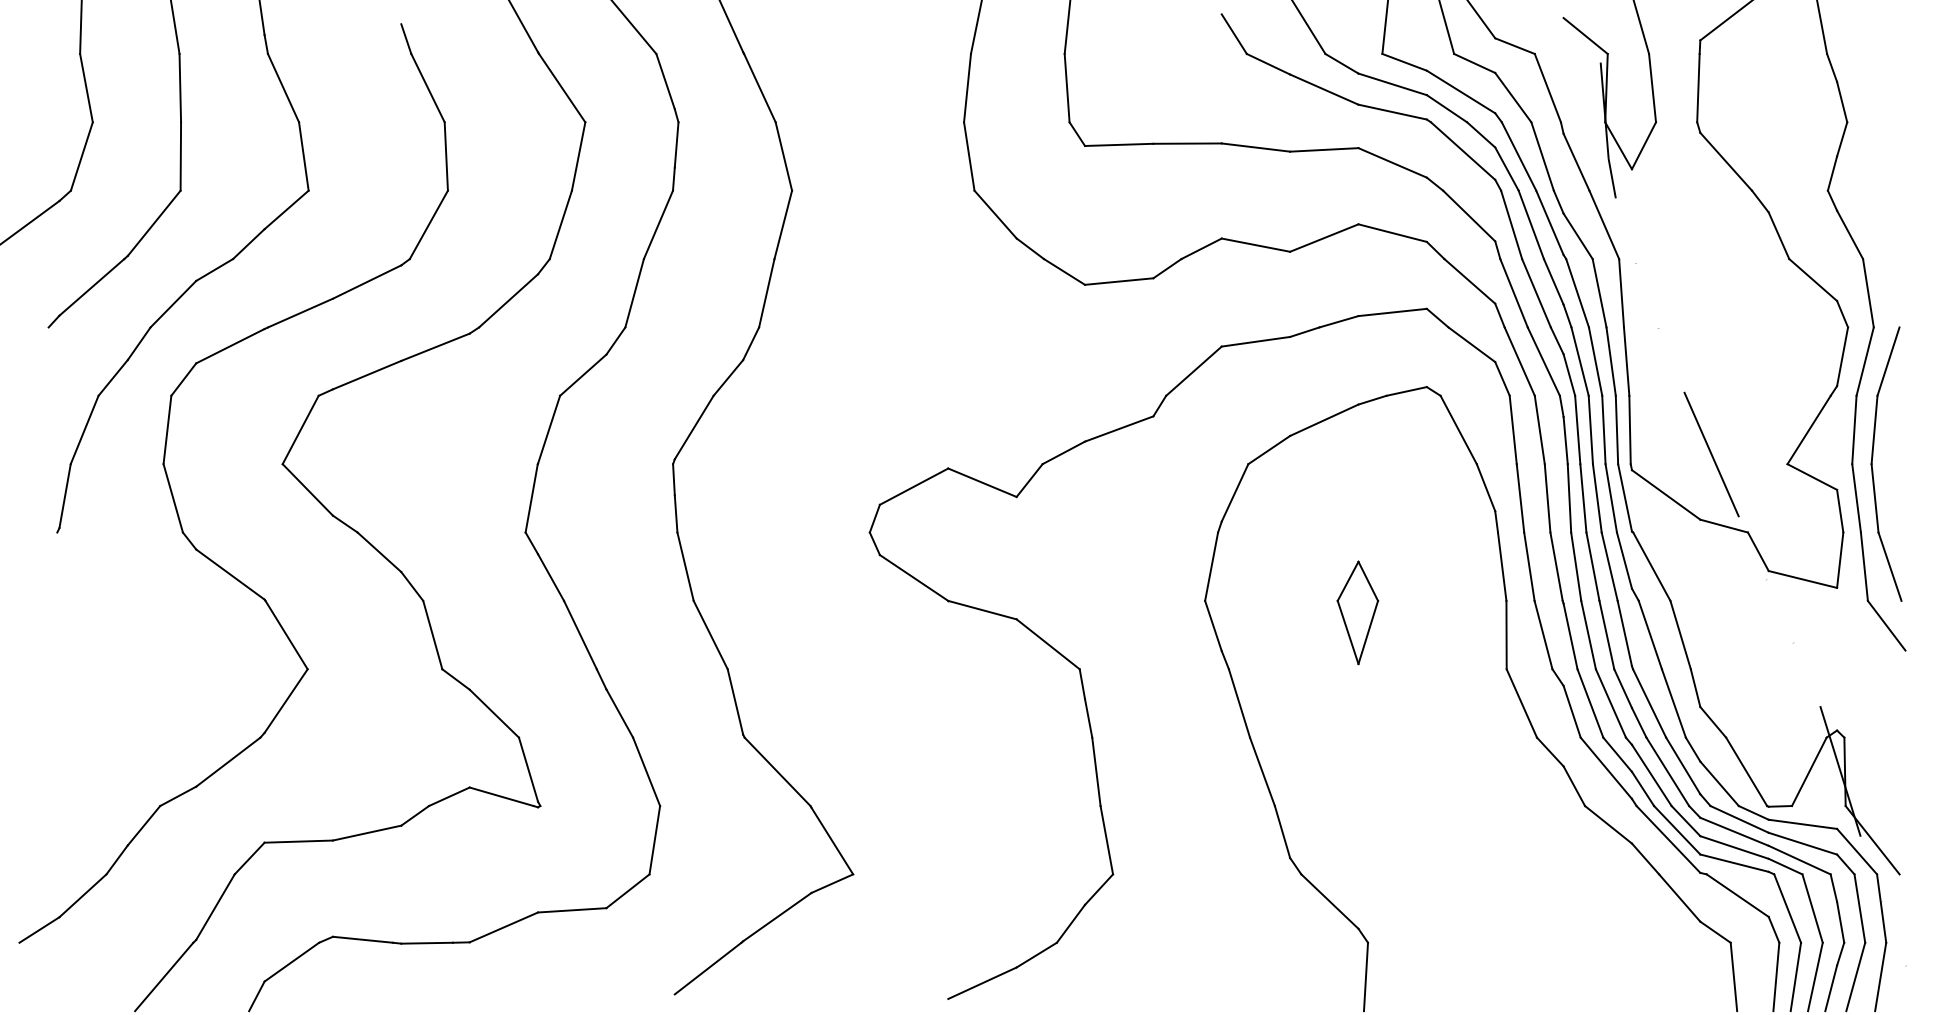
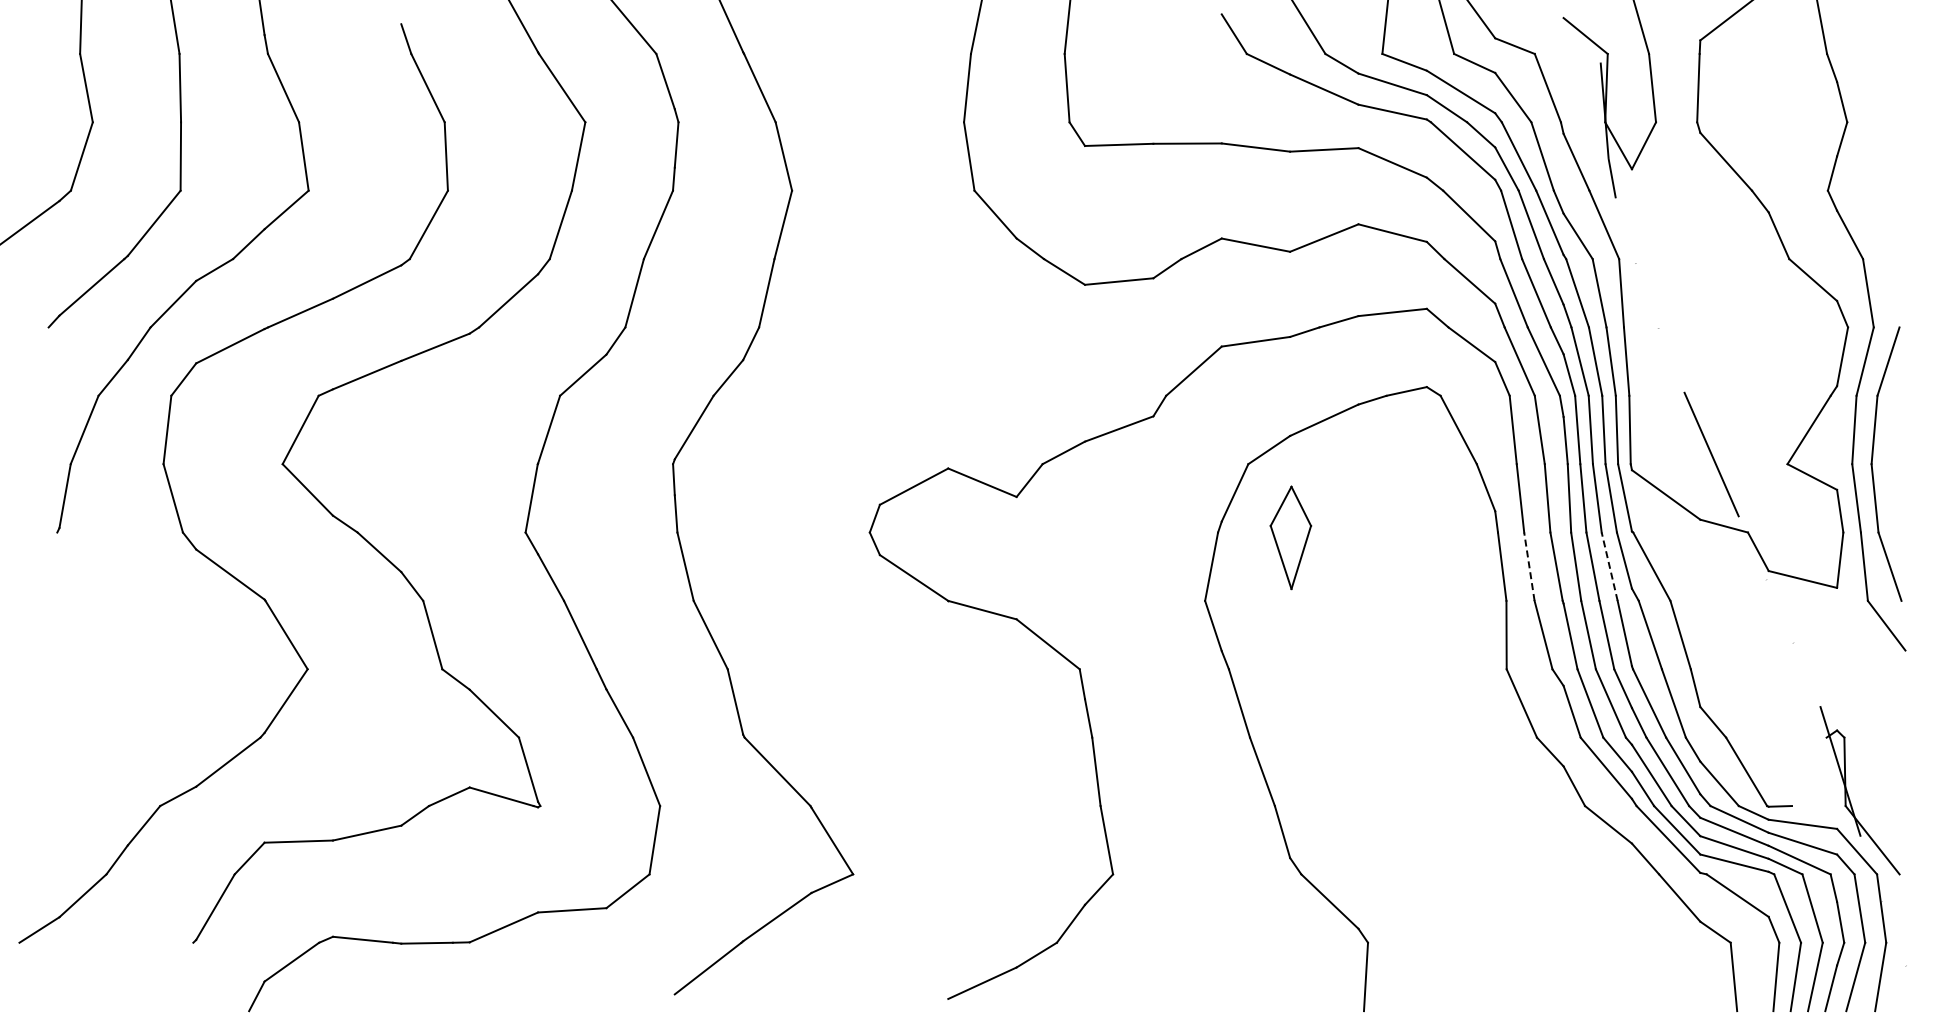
line at (1529, 566): solid -> dashed
line at (1609, 566): solid -> dashed
part at (1357, 612) position: (1357, 612) -> (1290, 537)
line at (1809, 771): present -> none
line at (164, 976): present -> none
